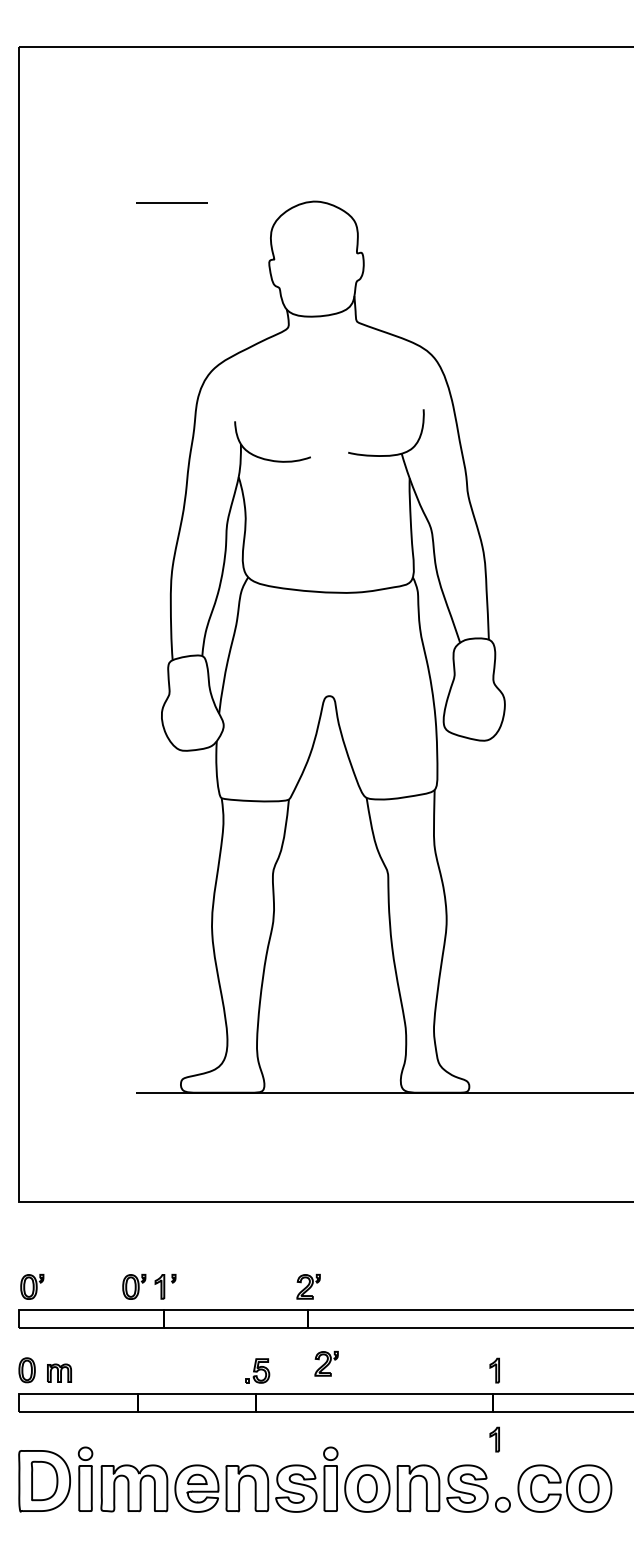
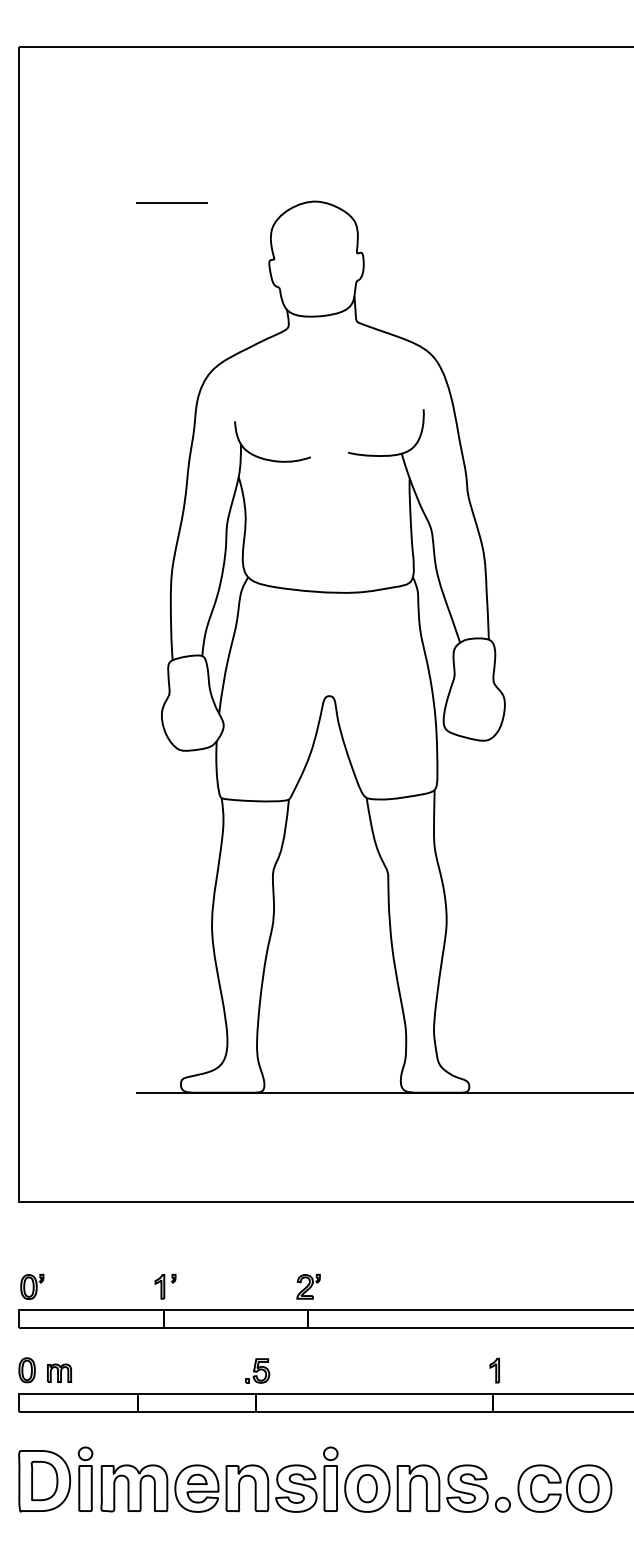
part at (134, 1286): present -> none
part at (326, 1363): present -> none
part at (494, 1439): present -> none
